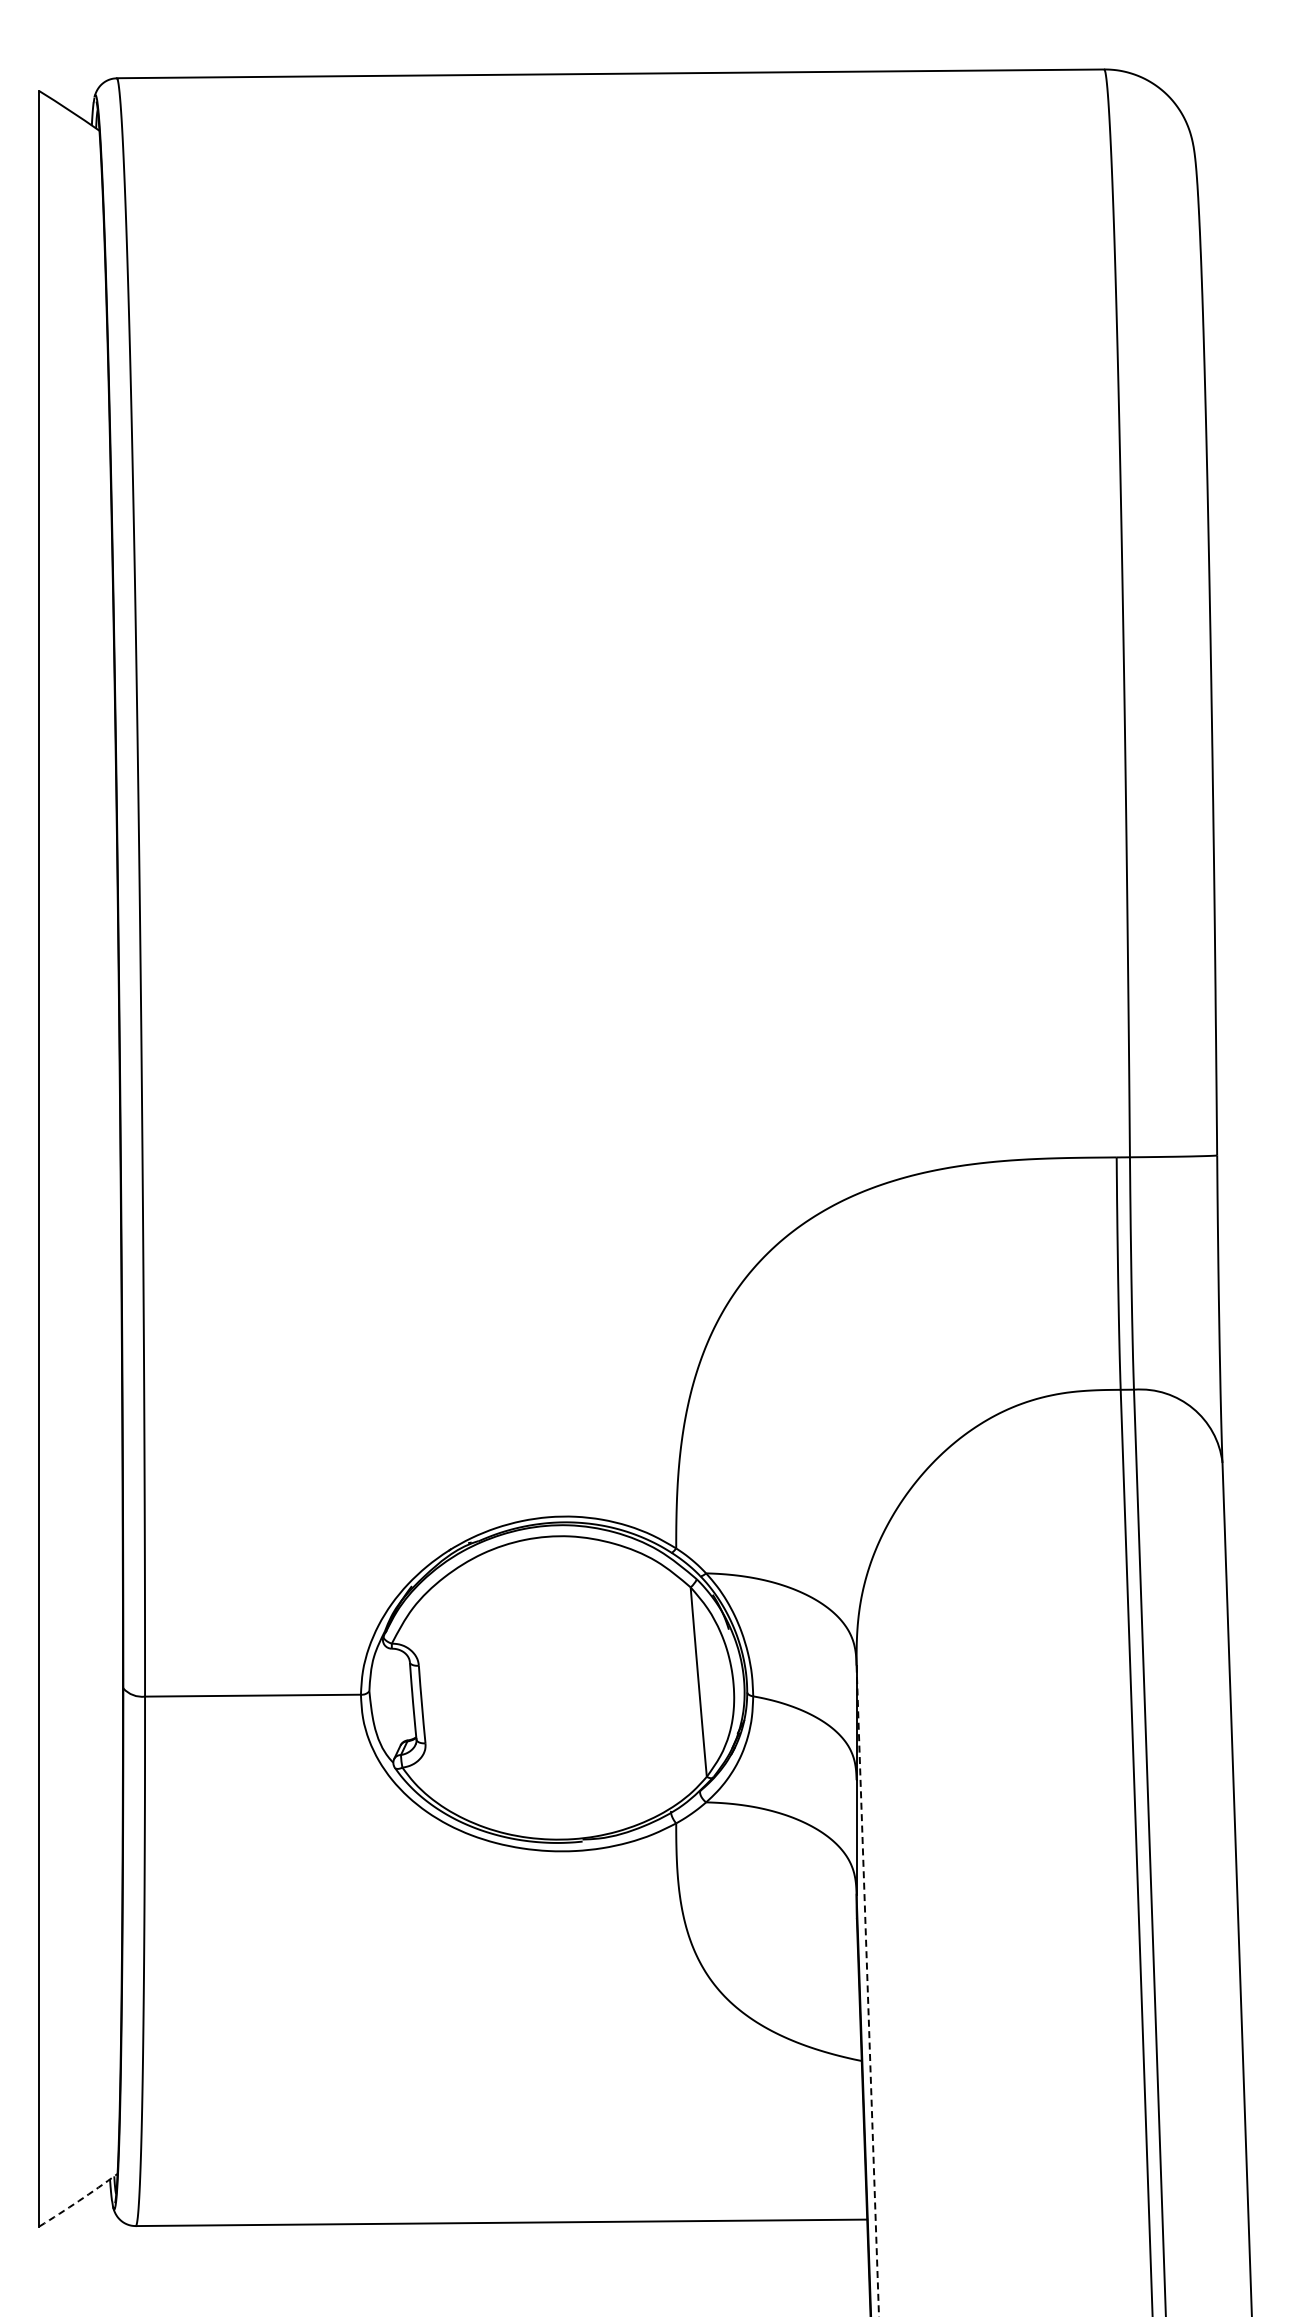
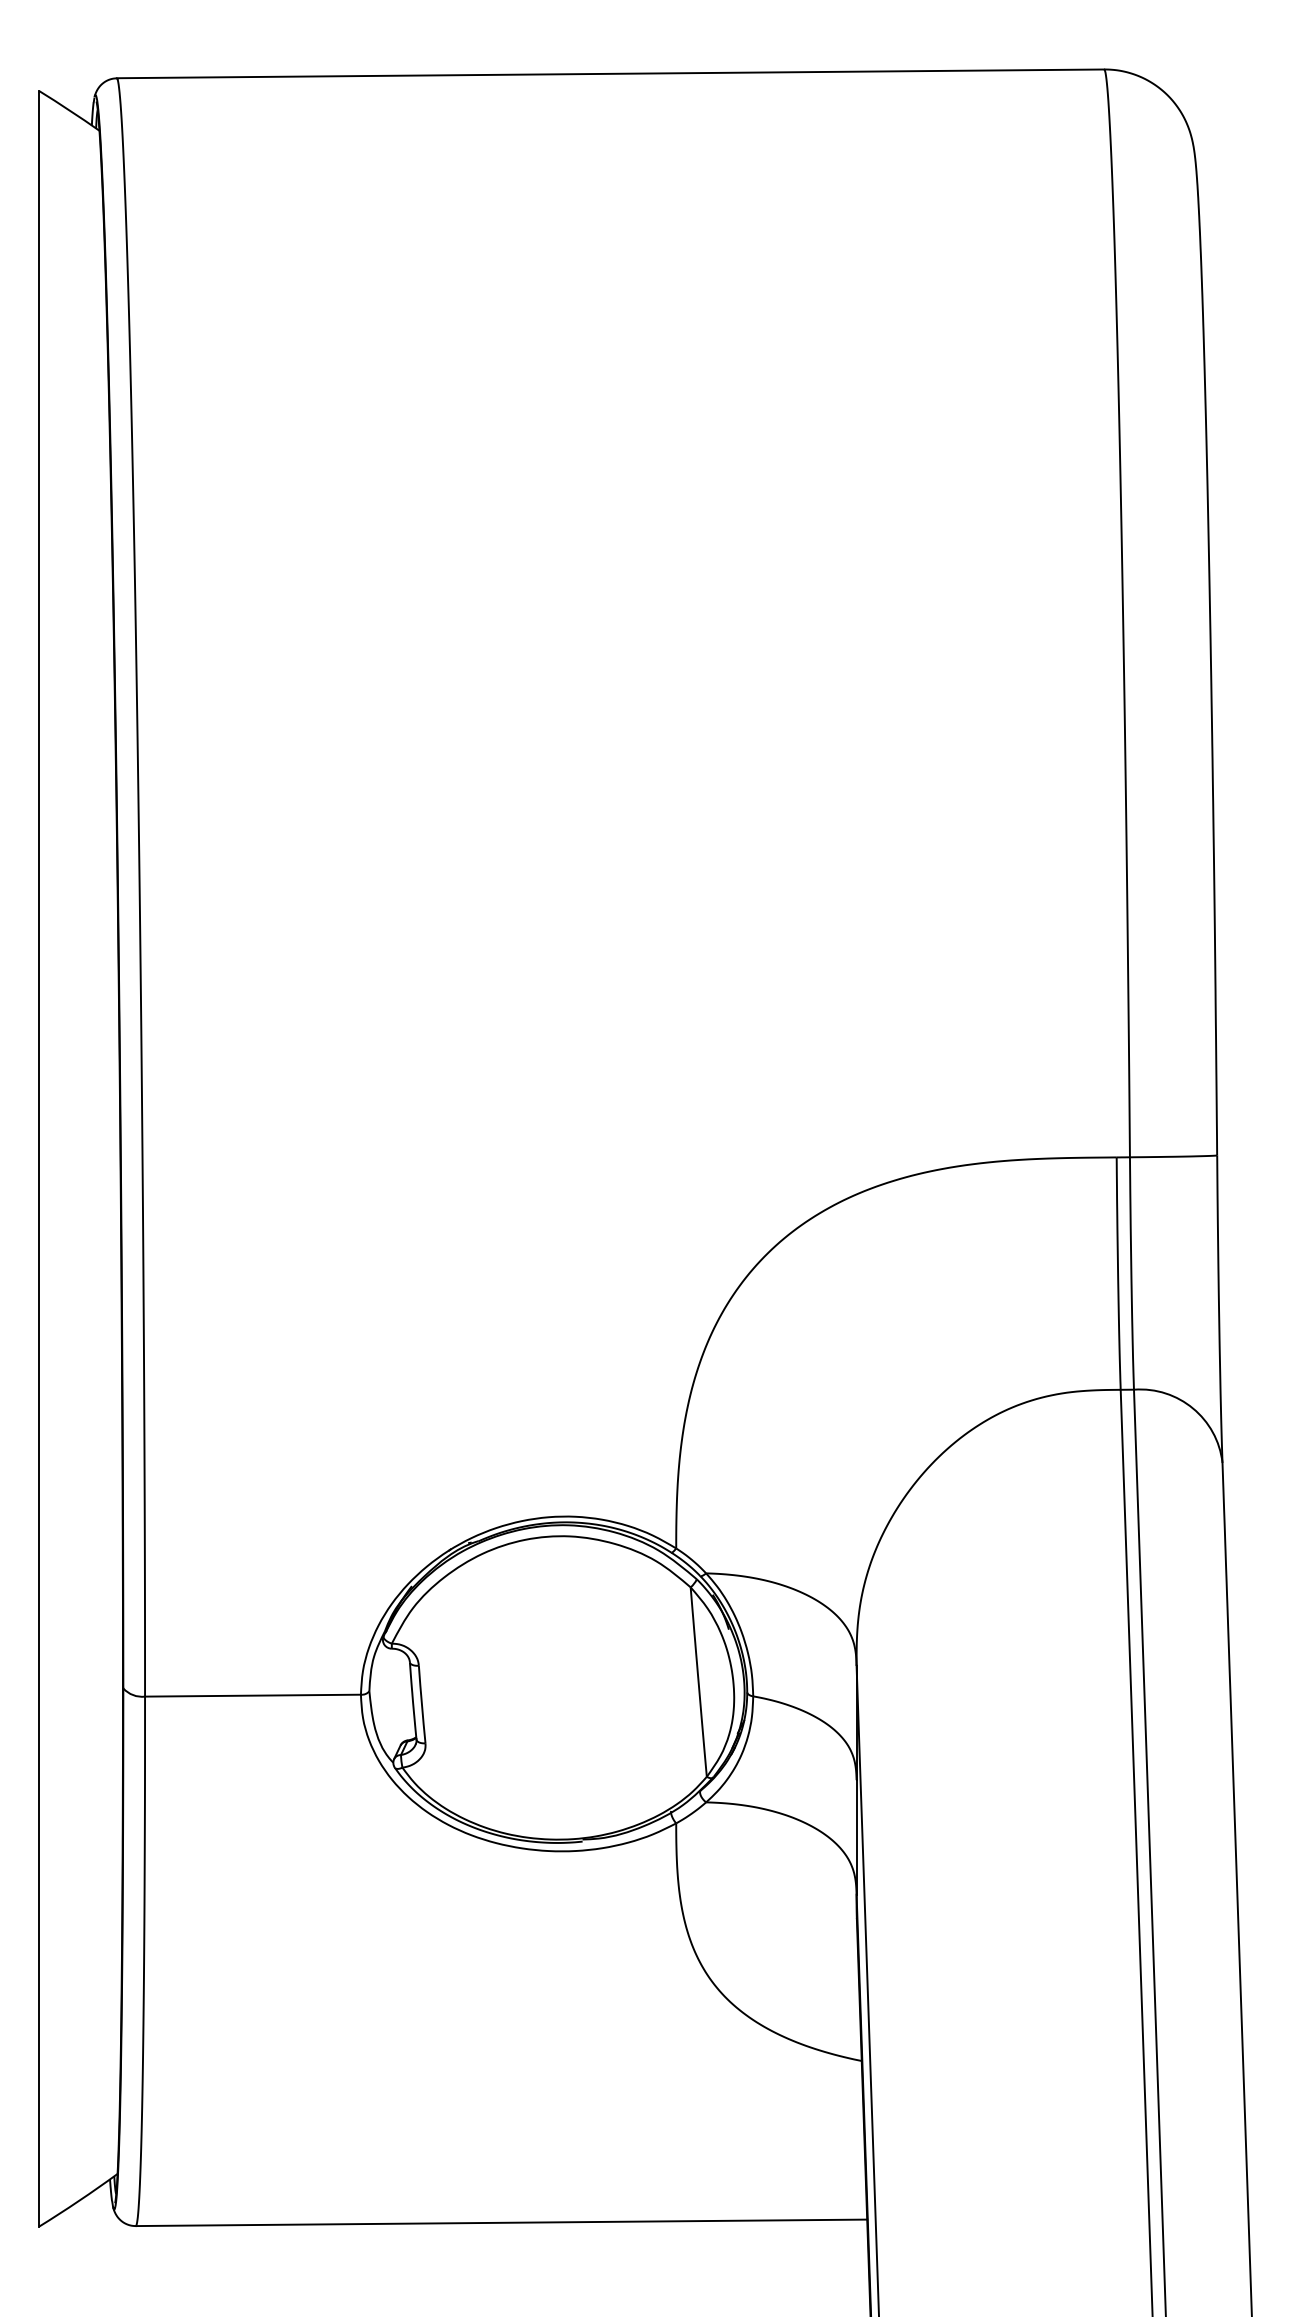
line at (867, 1991): dashed -> solid
arc at (79, 2200): dashed -> solid
